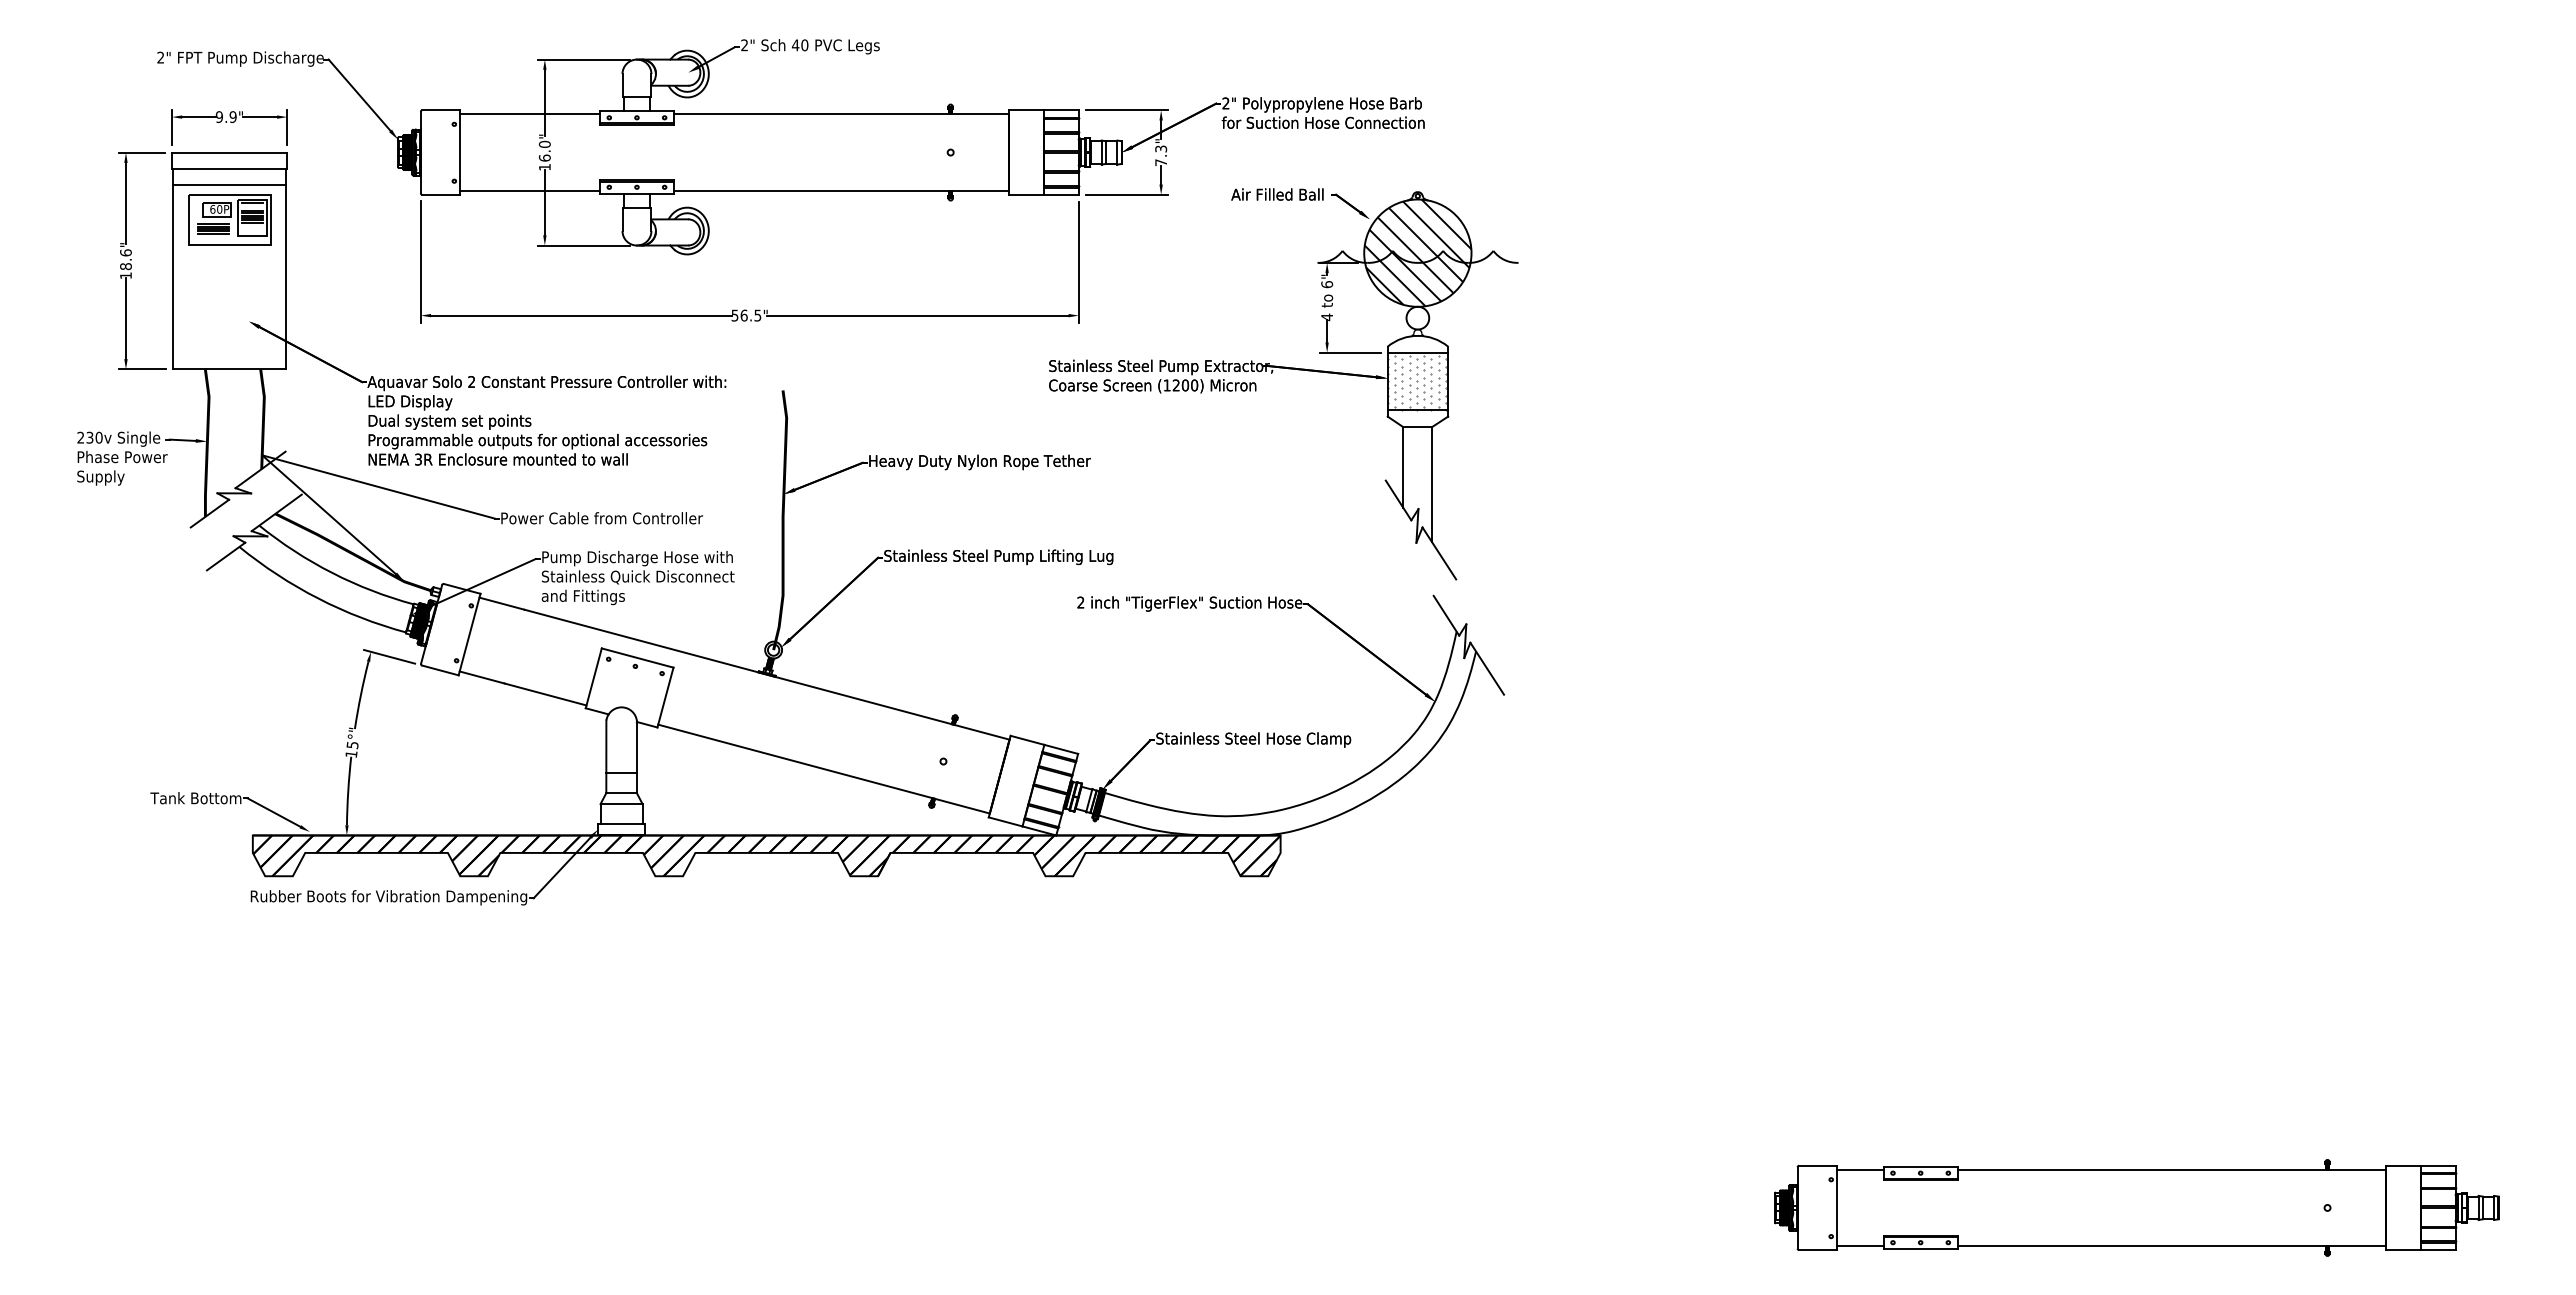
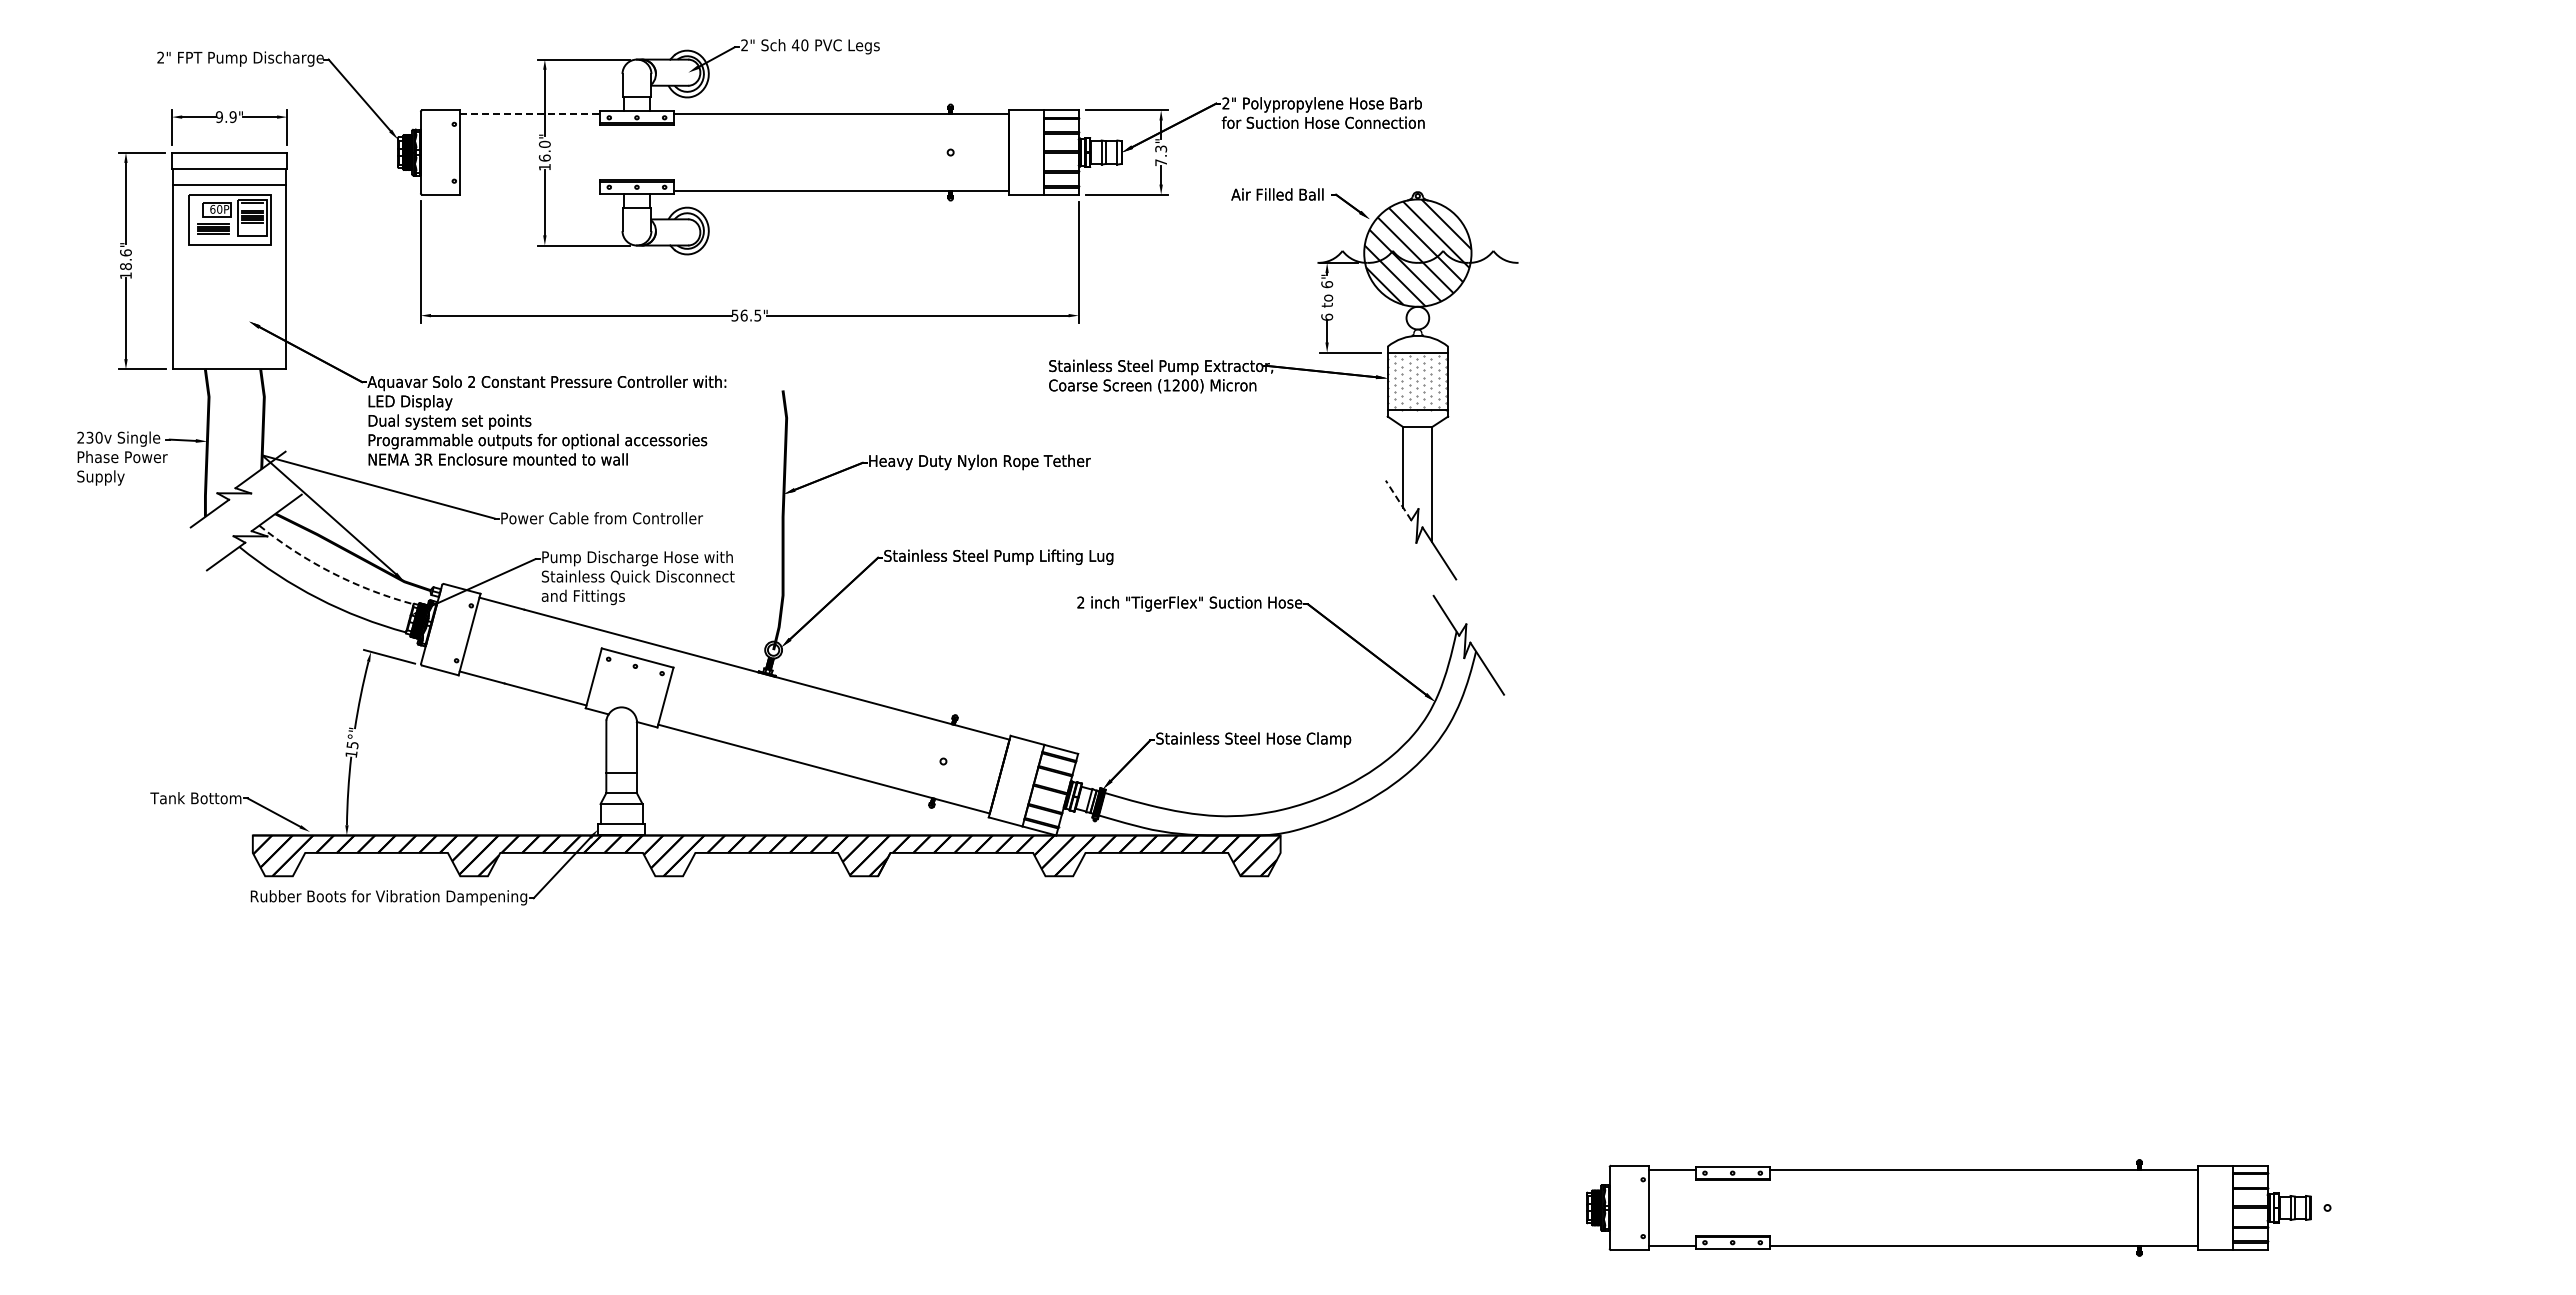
line at (529, 114): solid -> dashed
line at (529, 190): present -> none
text at (1327, 317): 4 -> 6
line at (1398, 500): solid -> dashed
arc at (332, 573): solid -> dashed
part at (2136, 1207) position: (2136, 1207) -> (1948, 1207)
